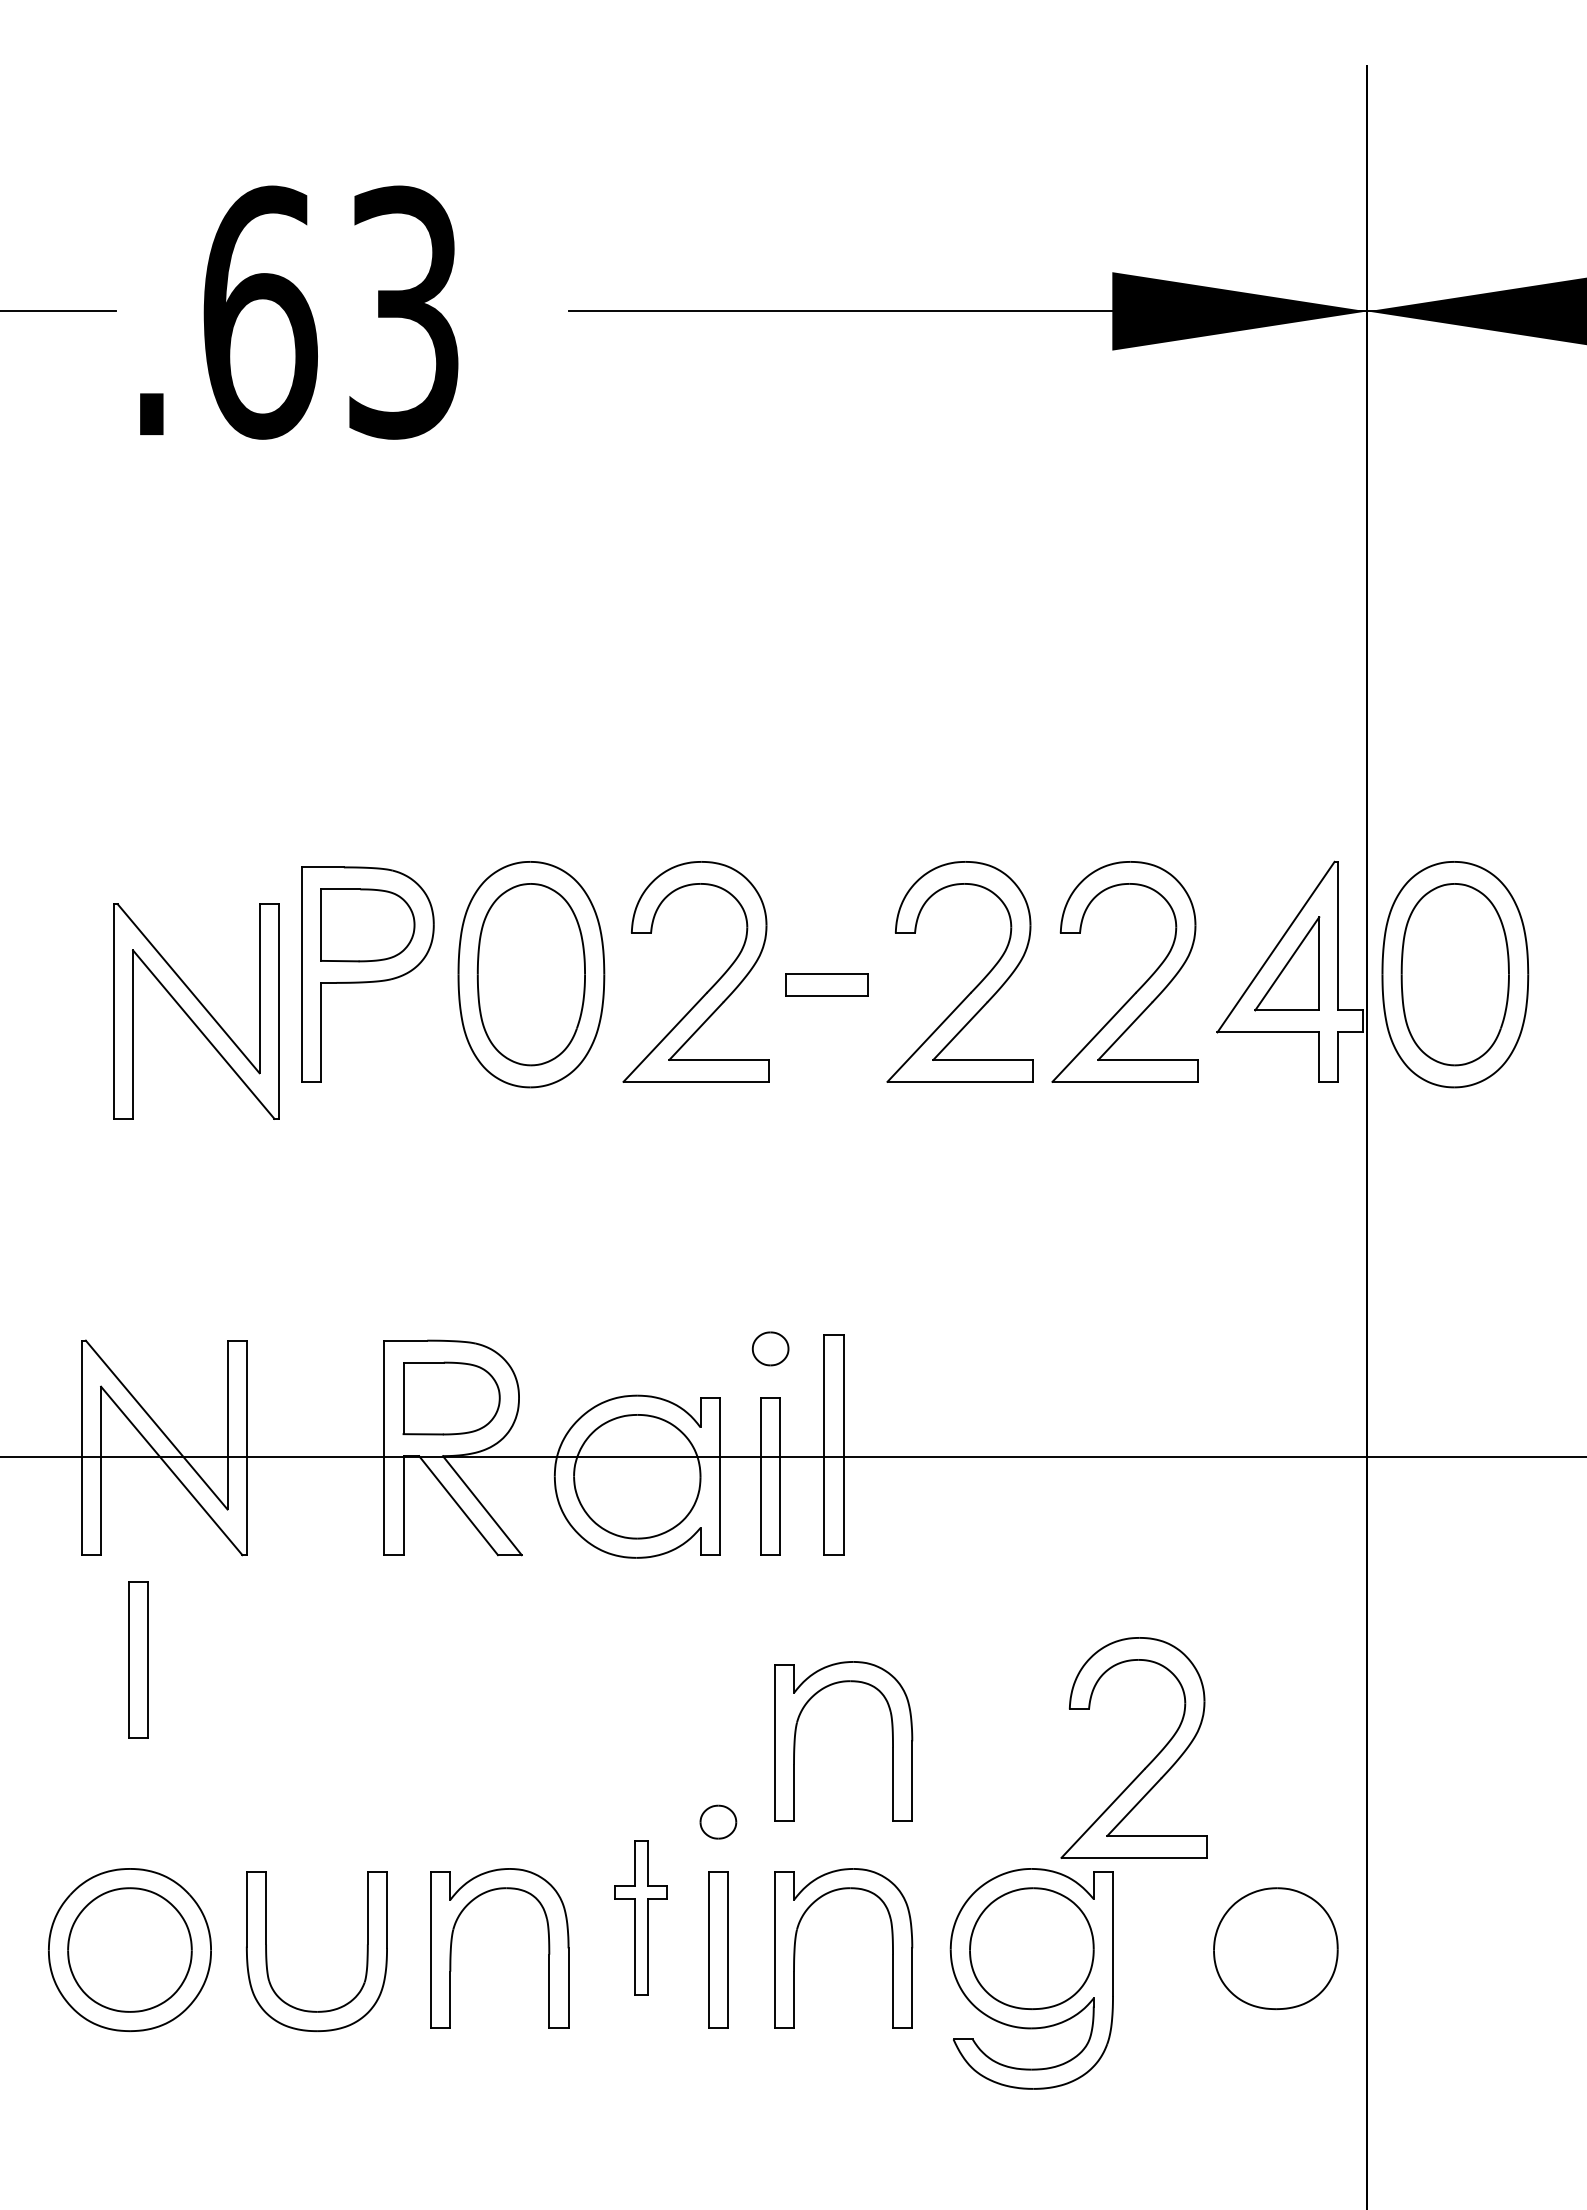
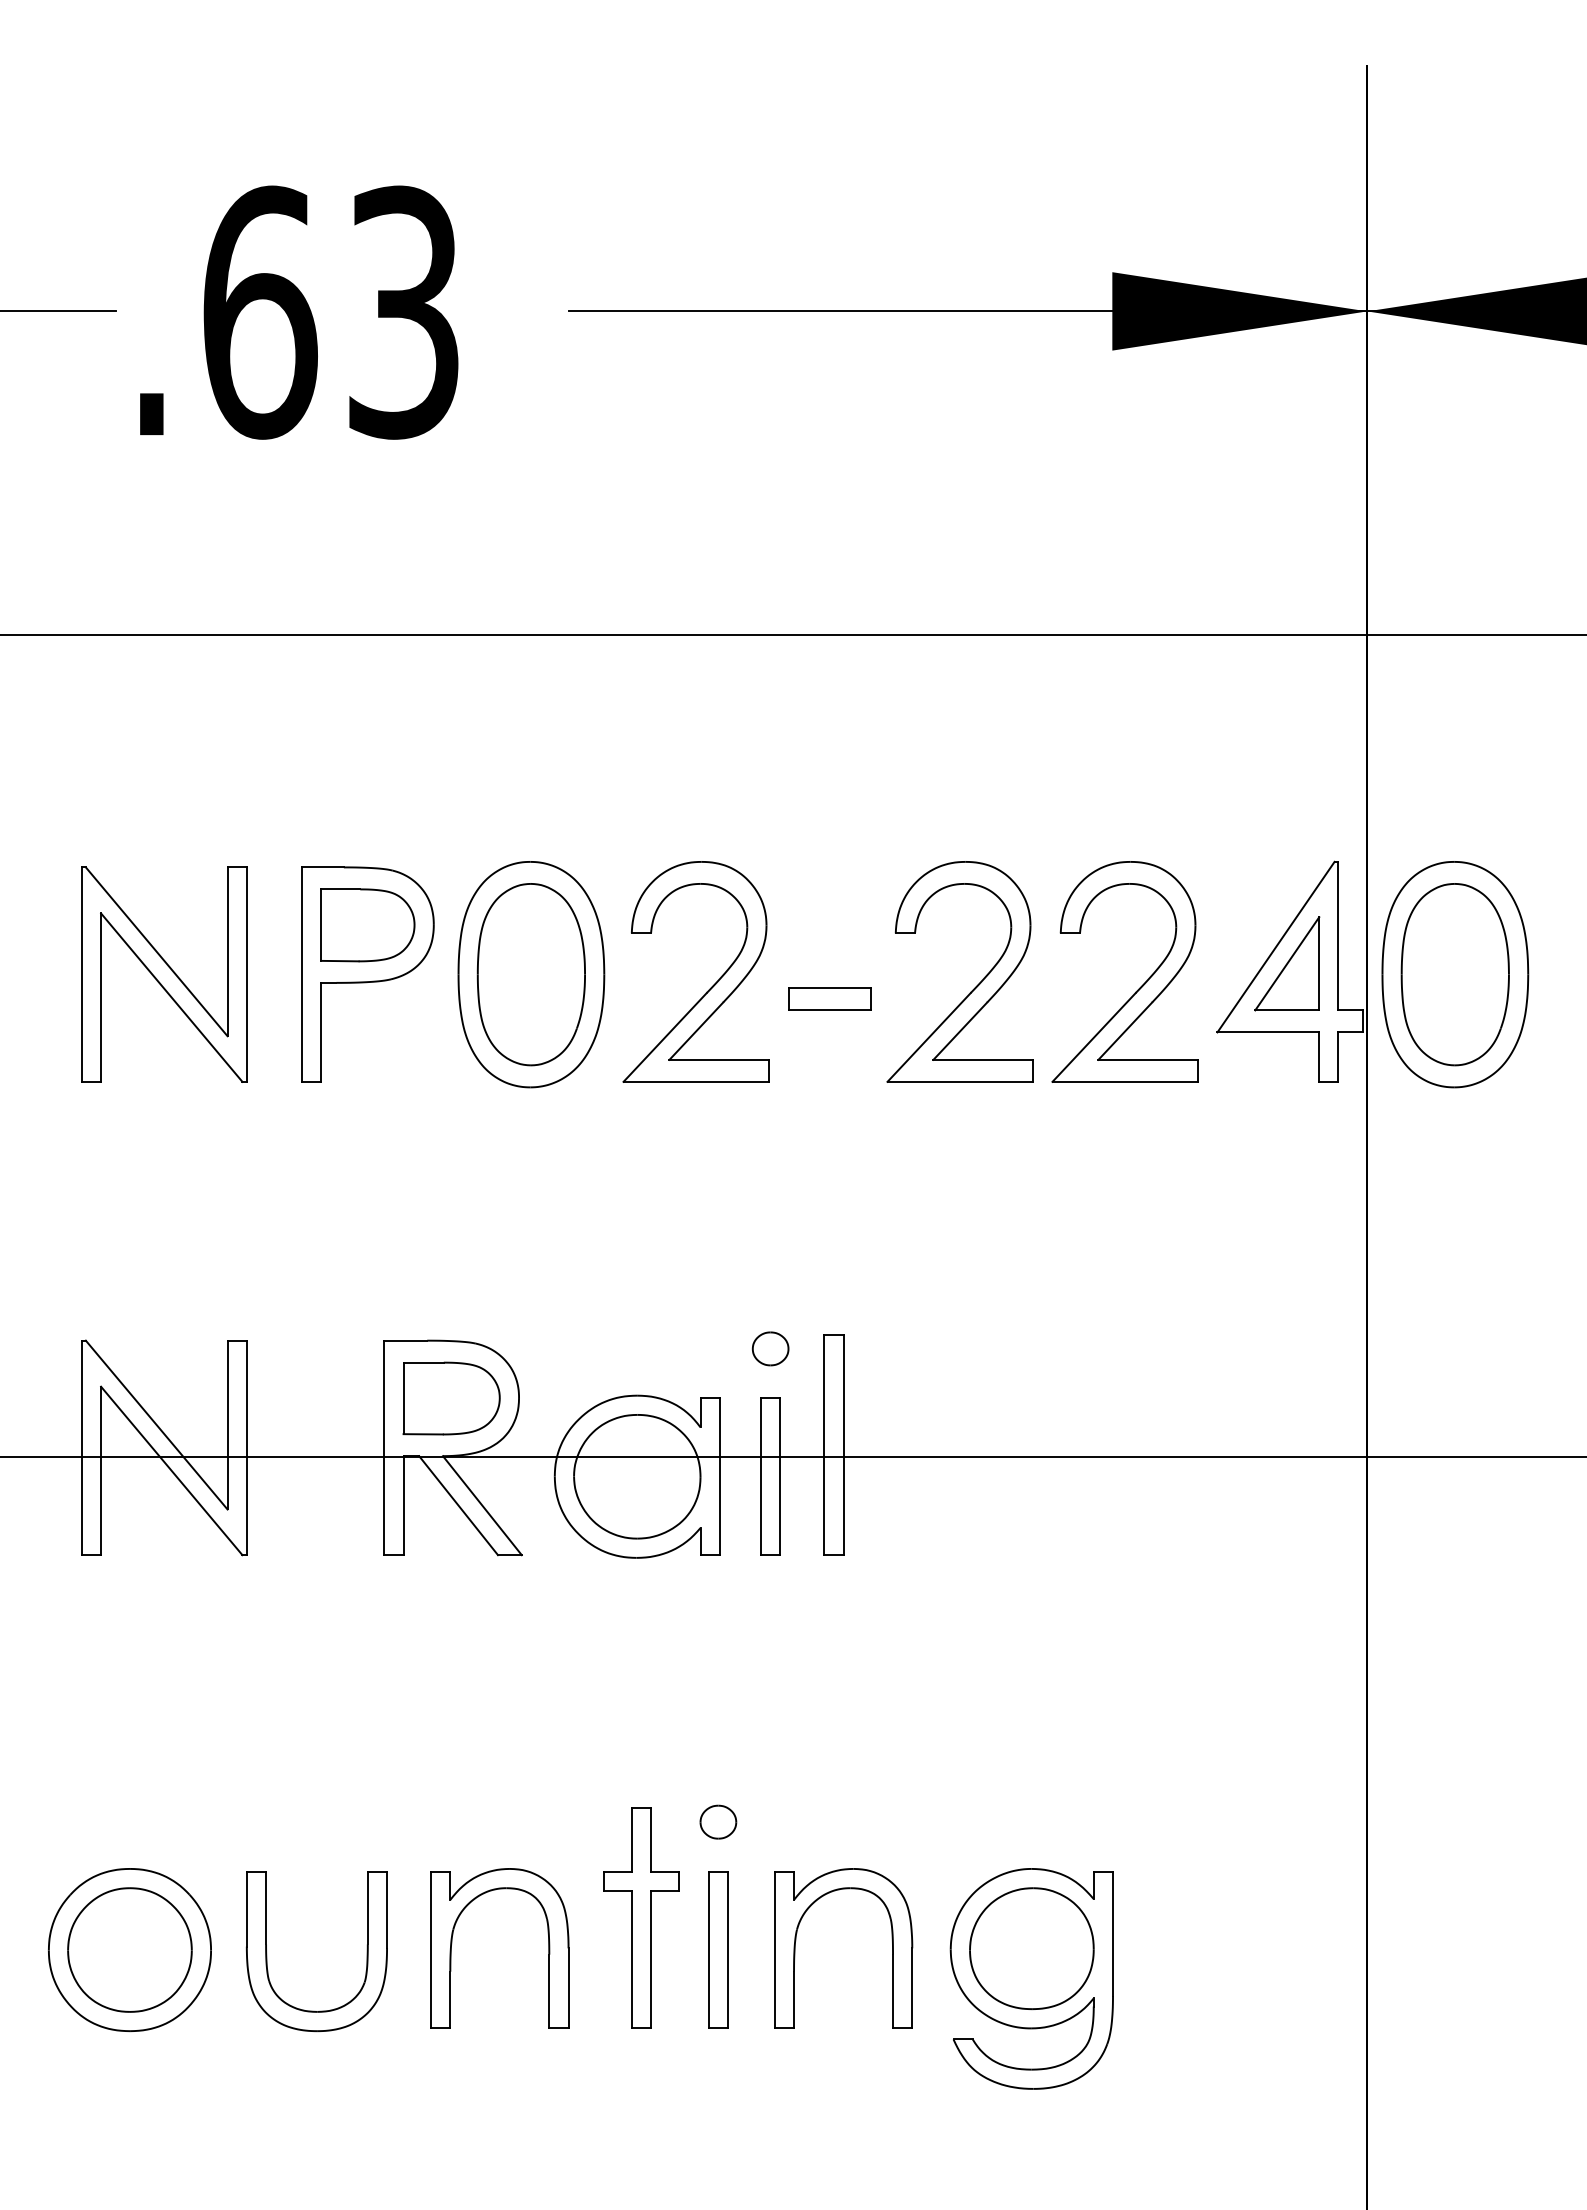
line at (792, 635): none -> present
part at (826, 984) position: (826, 984) -> (829, 998)
part at (196, 1011) position: (196, 1011) -> (164, 974)
part at (138, 1659): present -> none
part at (796, 1733): present -> none
part at (1149, 1762): present -> none
part at (640, 1917) size: 54x156 px -> 77x222 px
part at (1275, 1948): present -> none
